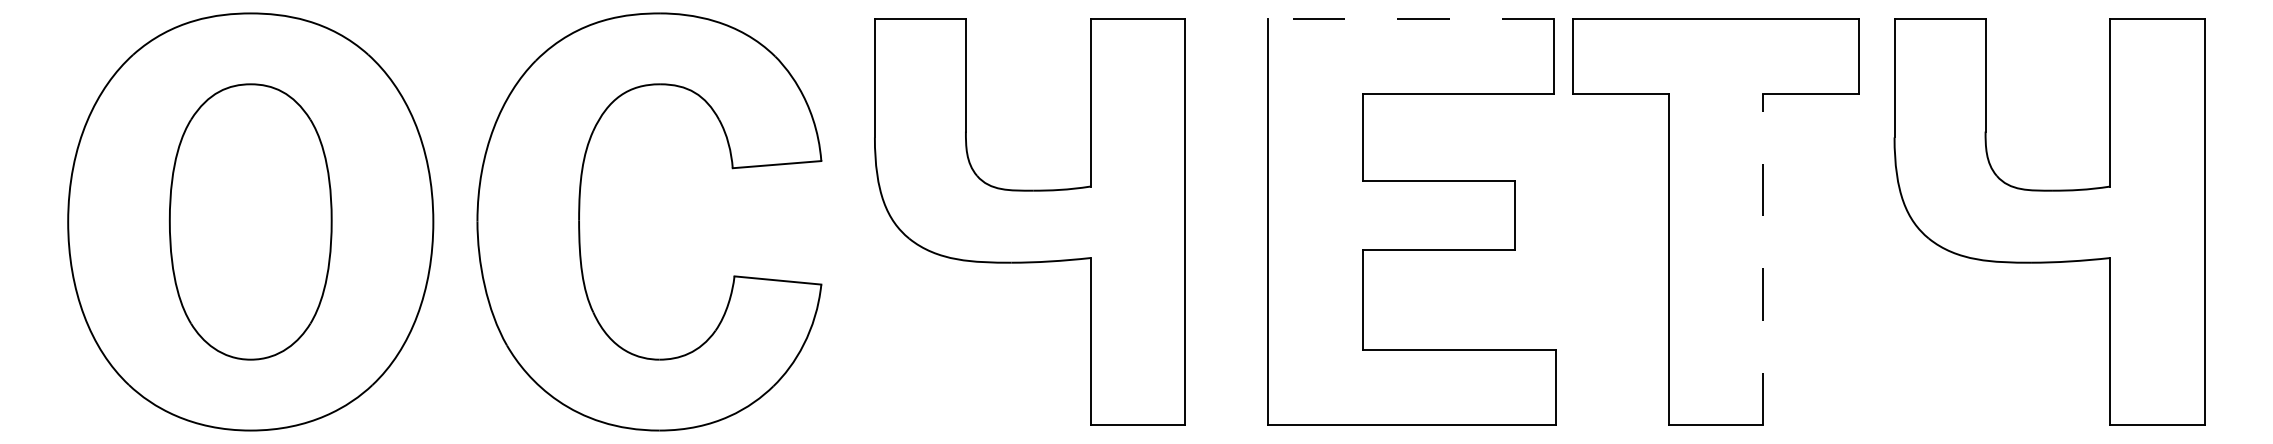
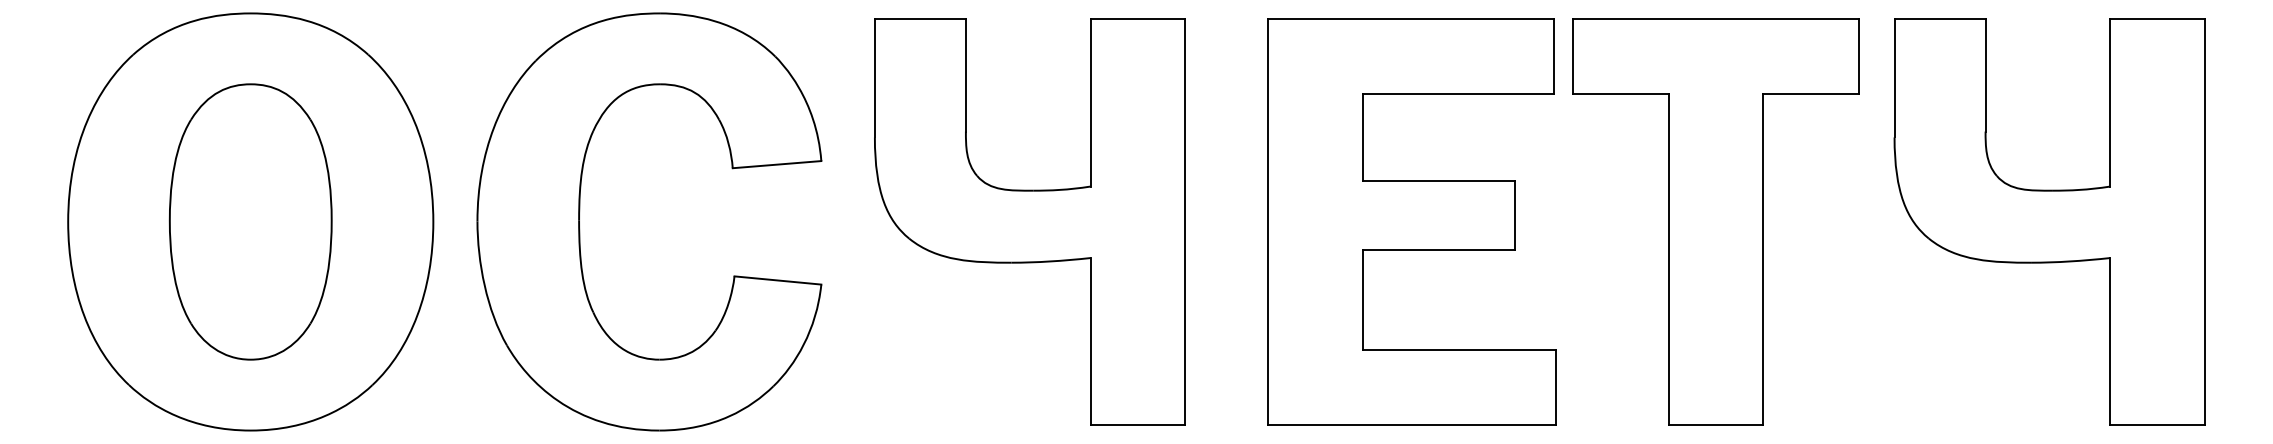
line at (1410, 19): dashed -> solid
line at (1763, 258): dashed -> solid
